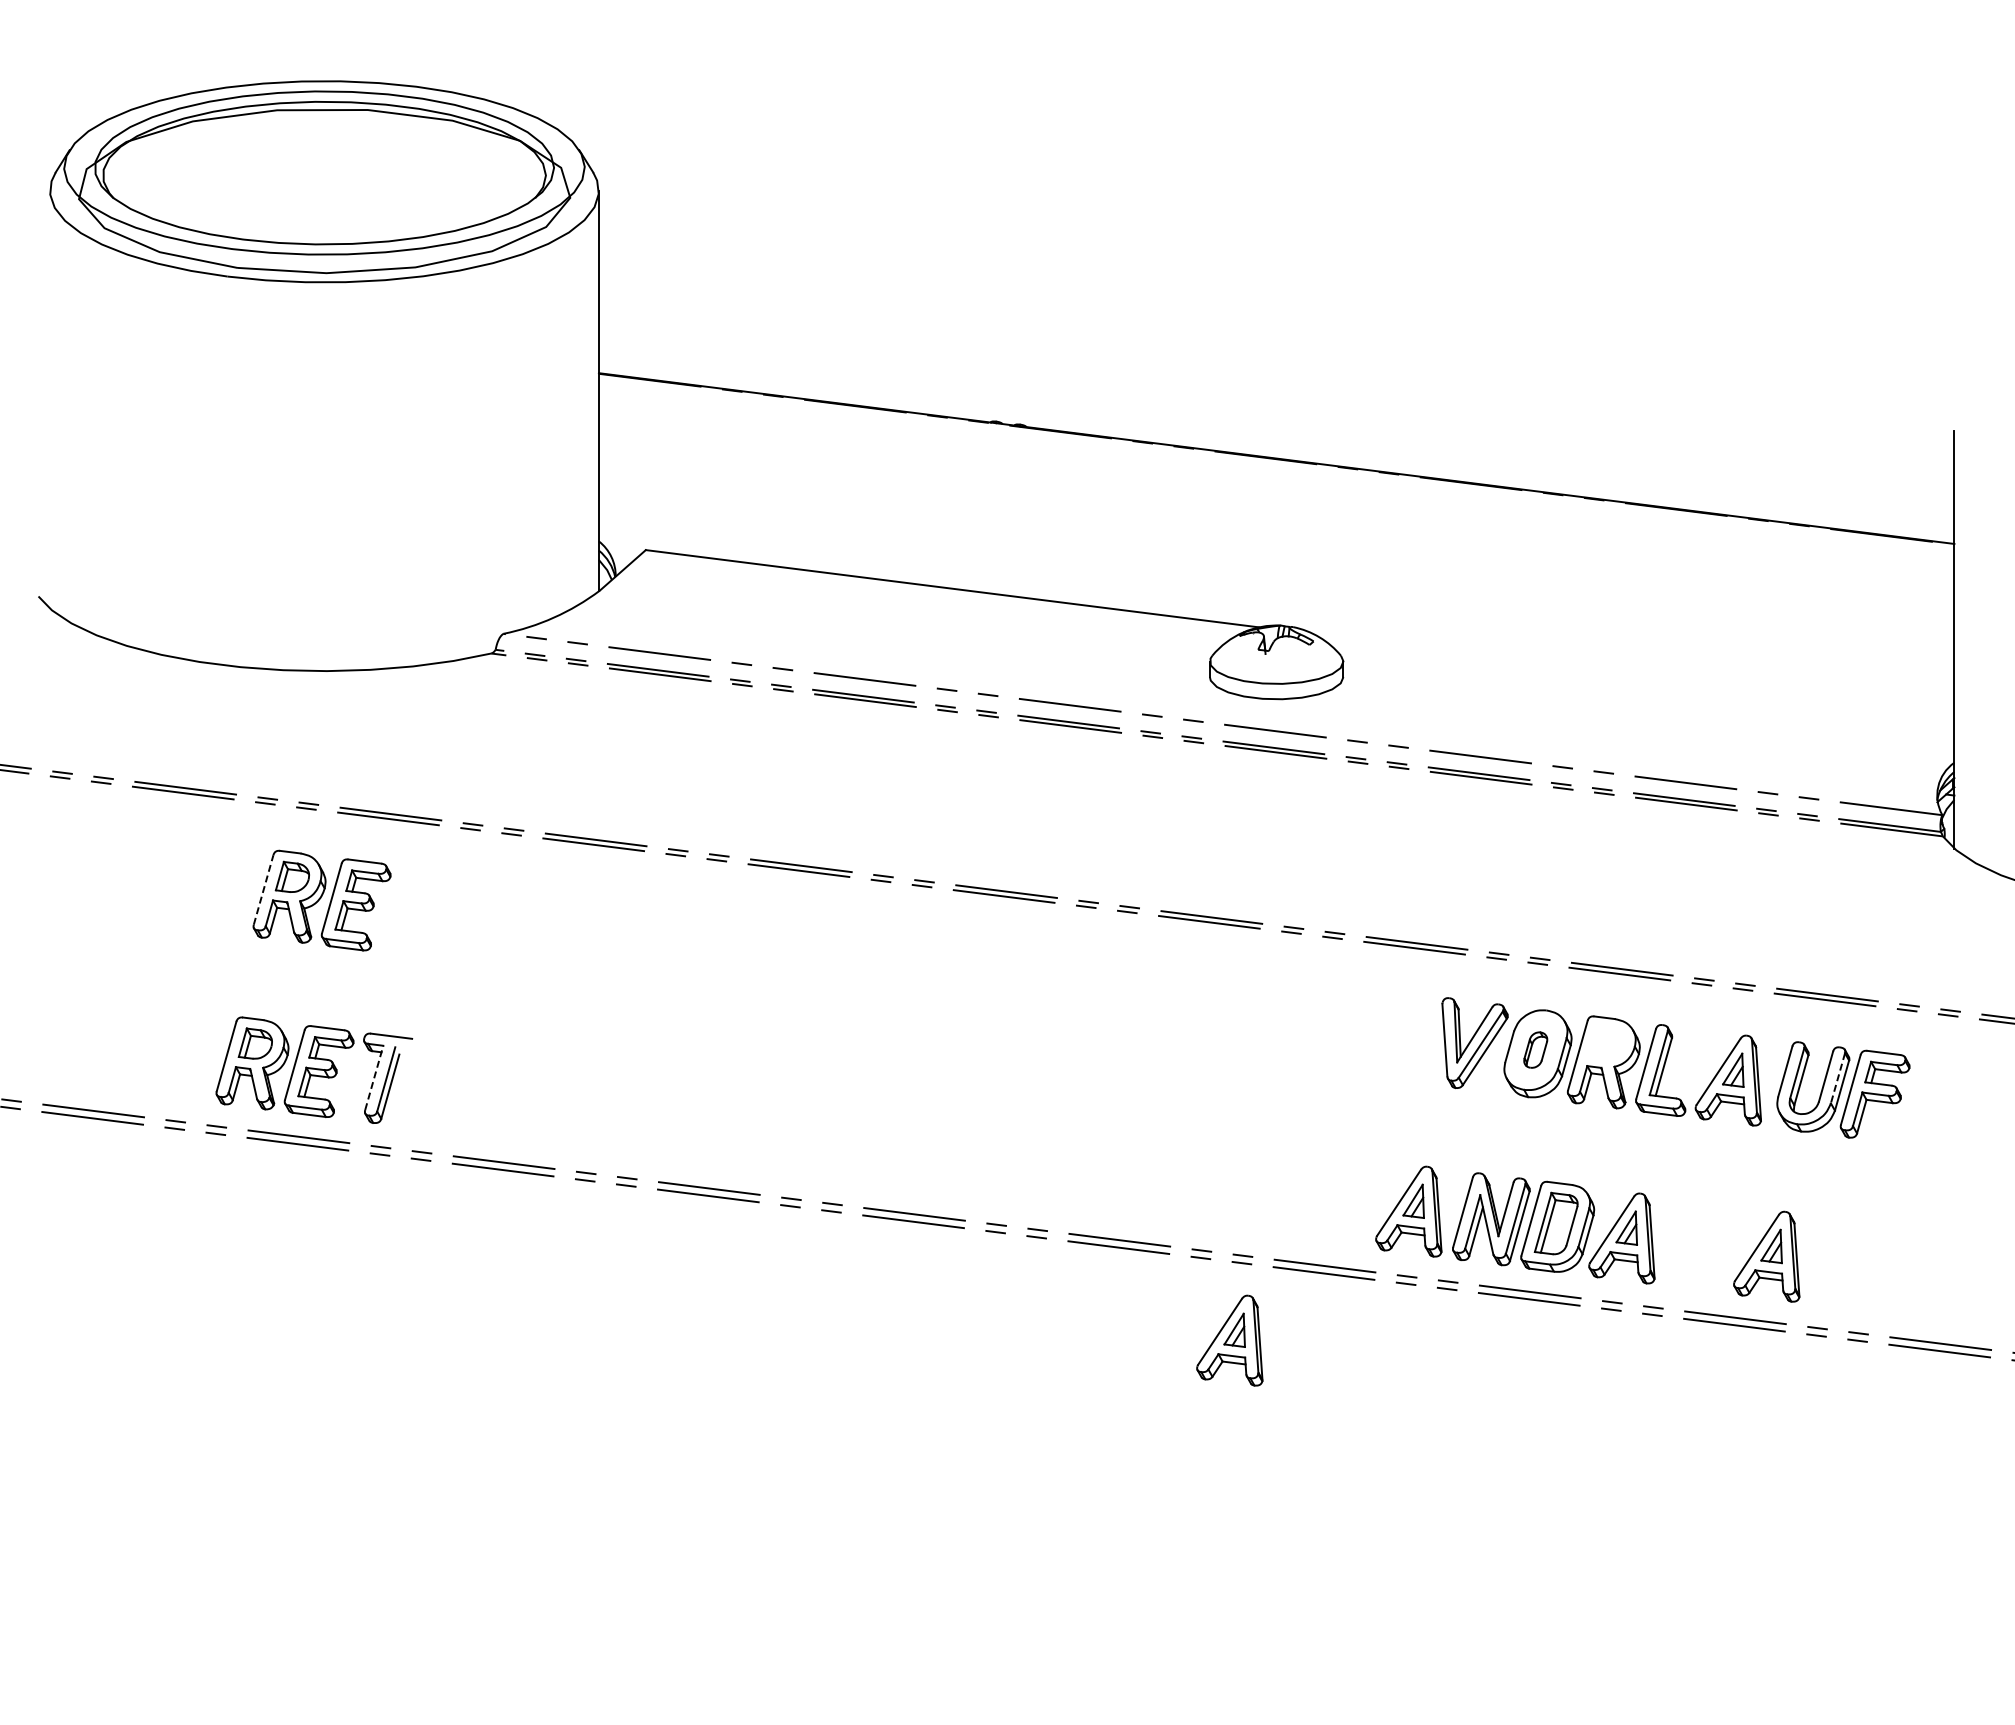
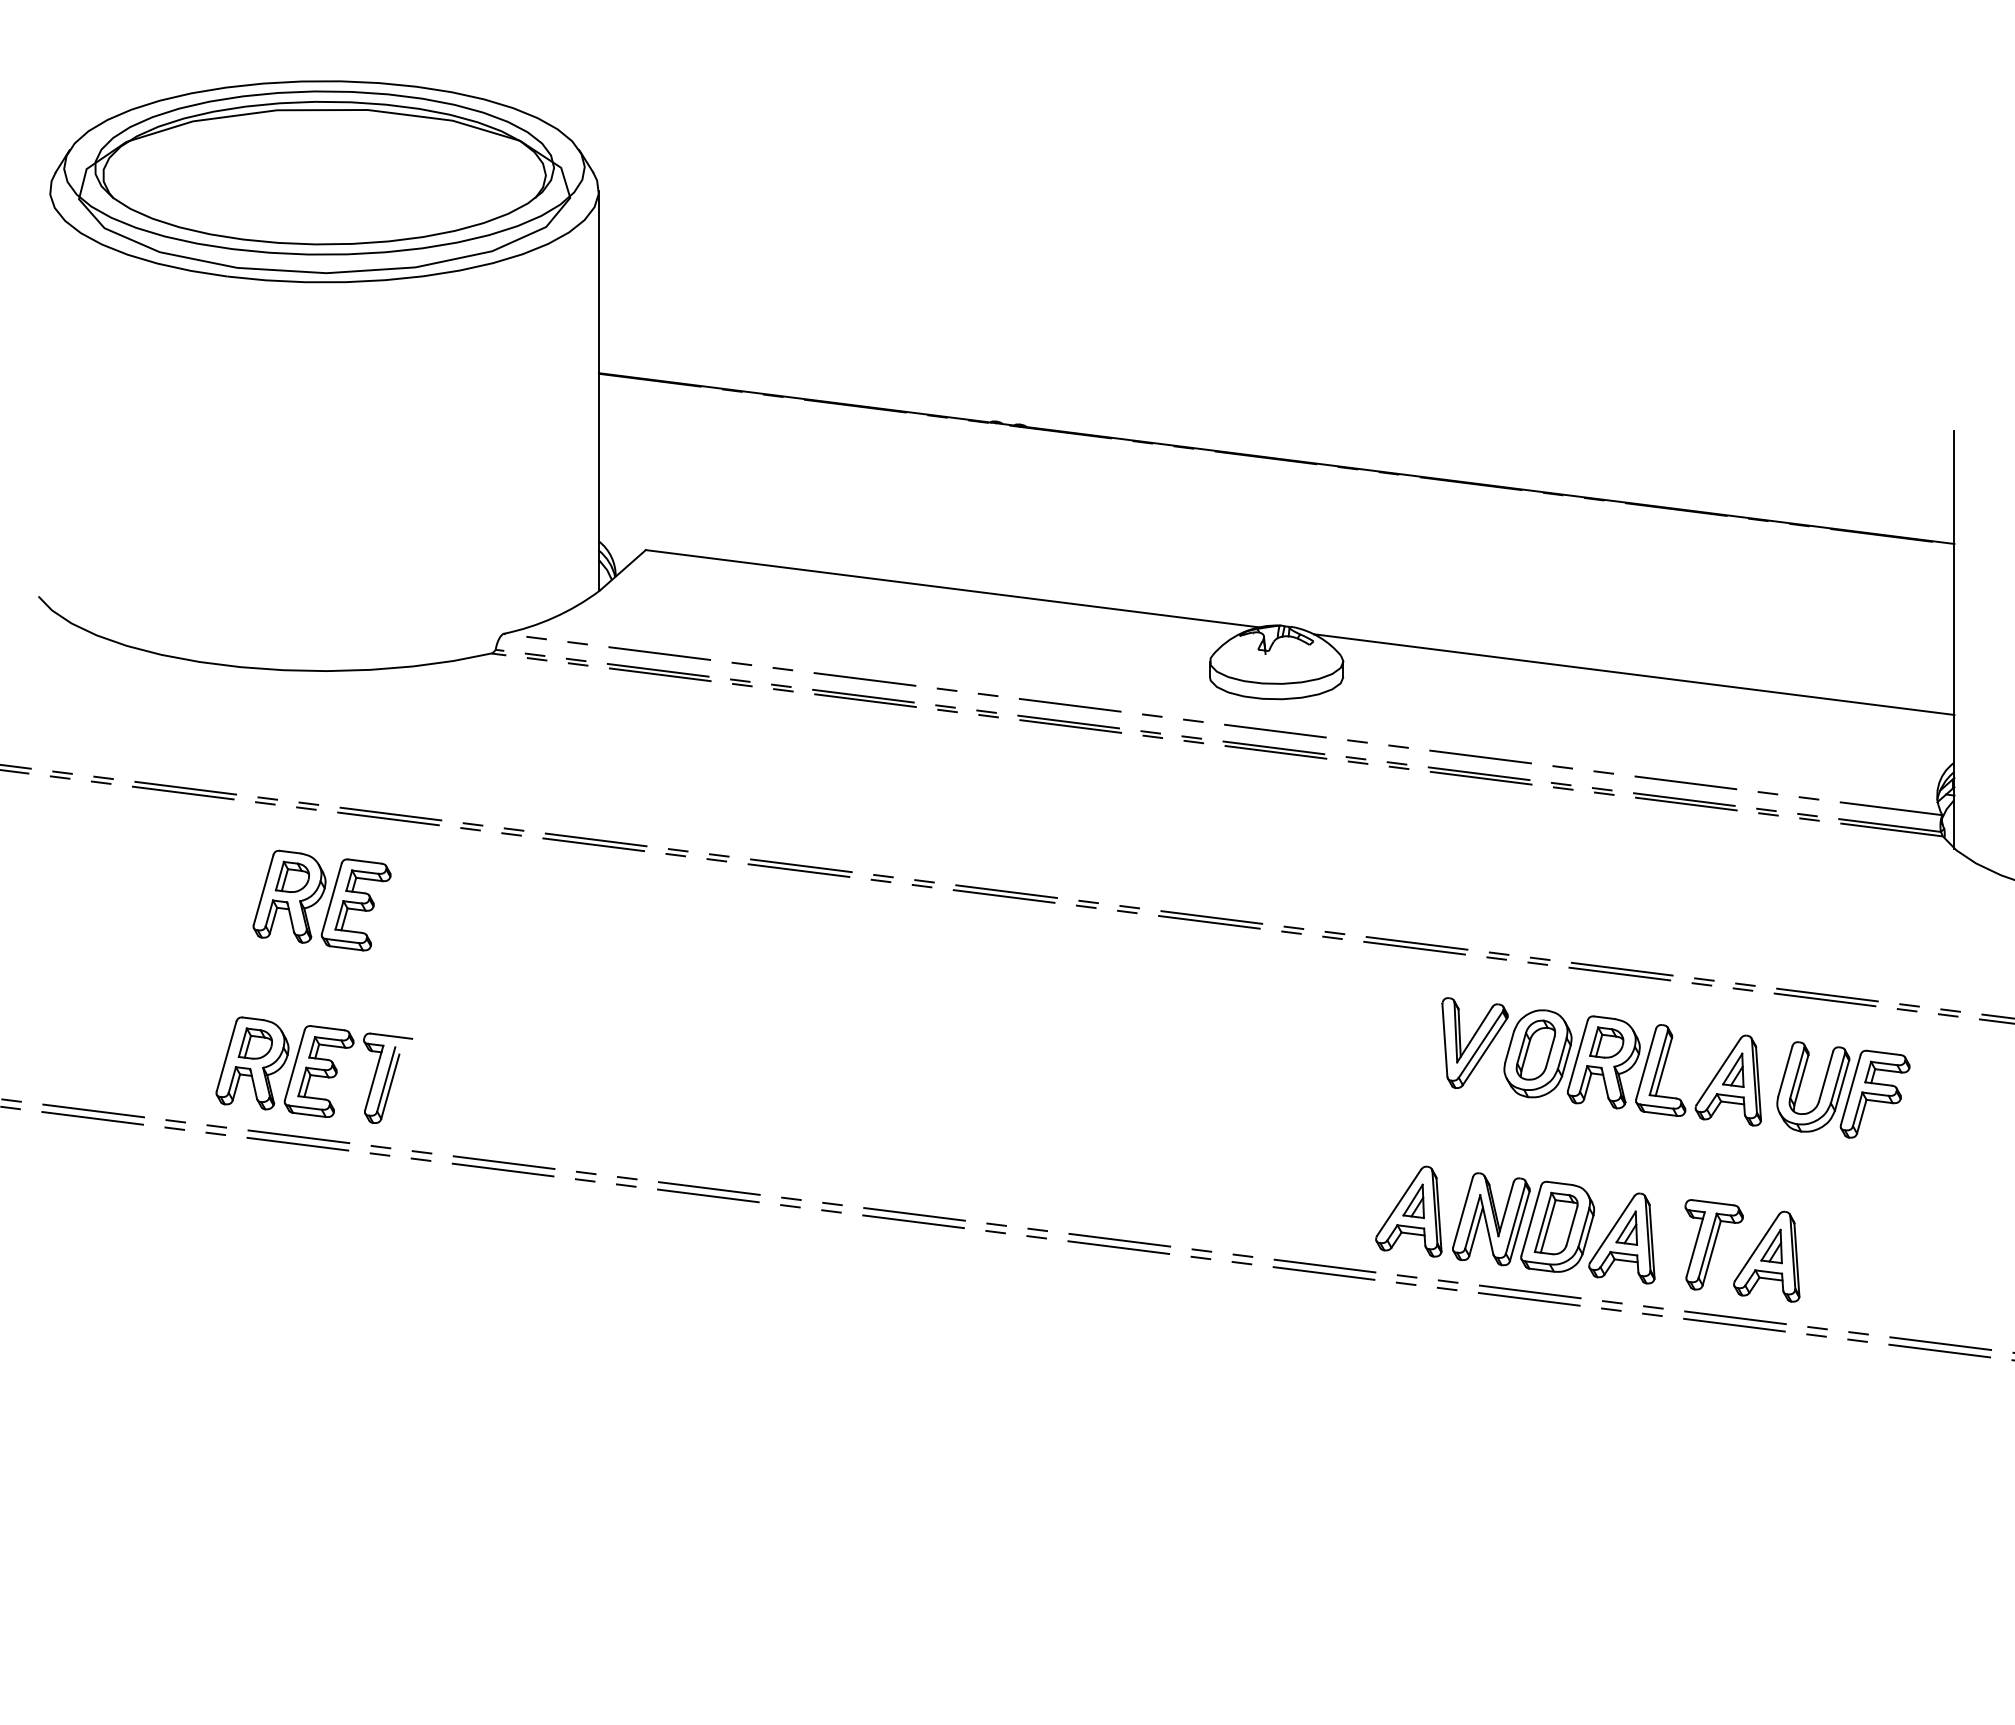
line at (1633, 674): none -> present
line at (263, 889): dashed -> solid
part at (1606, 1042): none -> present
part at (1535, 1049) size: 26x38 px -> 41x62 px
line at (374, 1077): dashed -> solid
line at (1837, 1078): dashed -> solid
part at (1713, 1244): none -> present
part at (1229, 1340): present -> none
